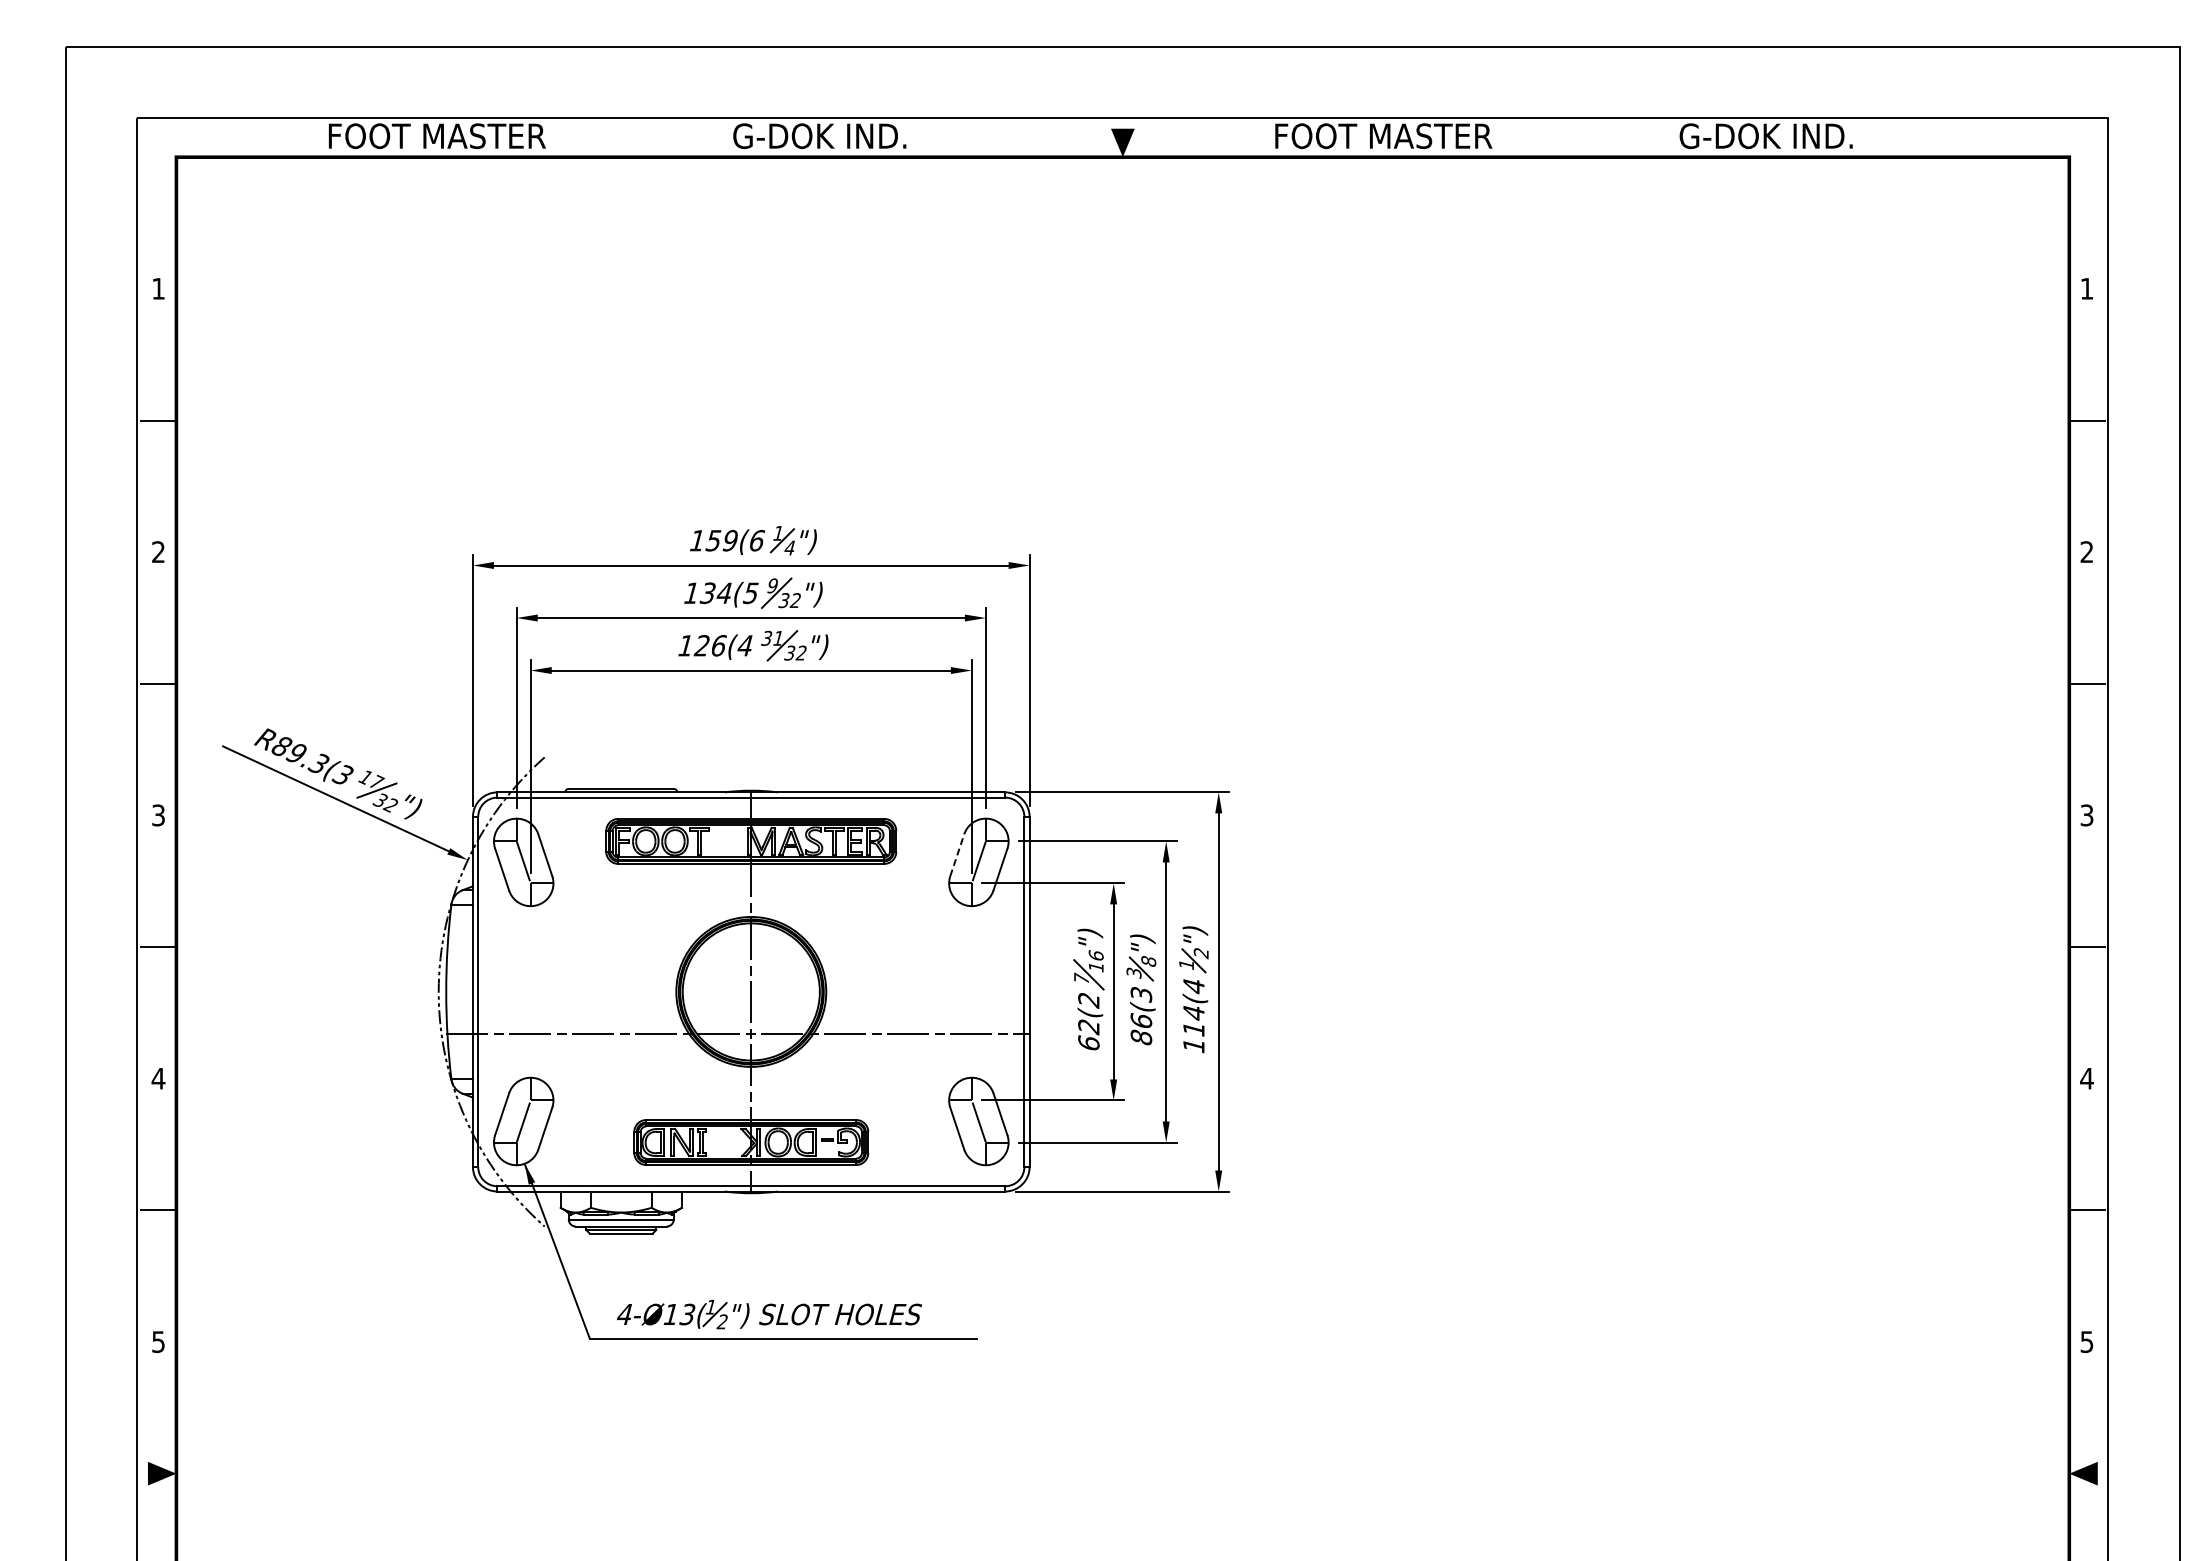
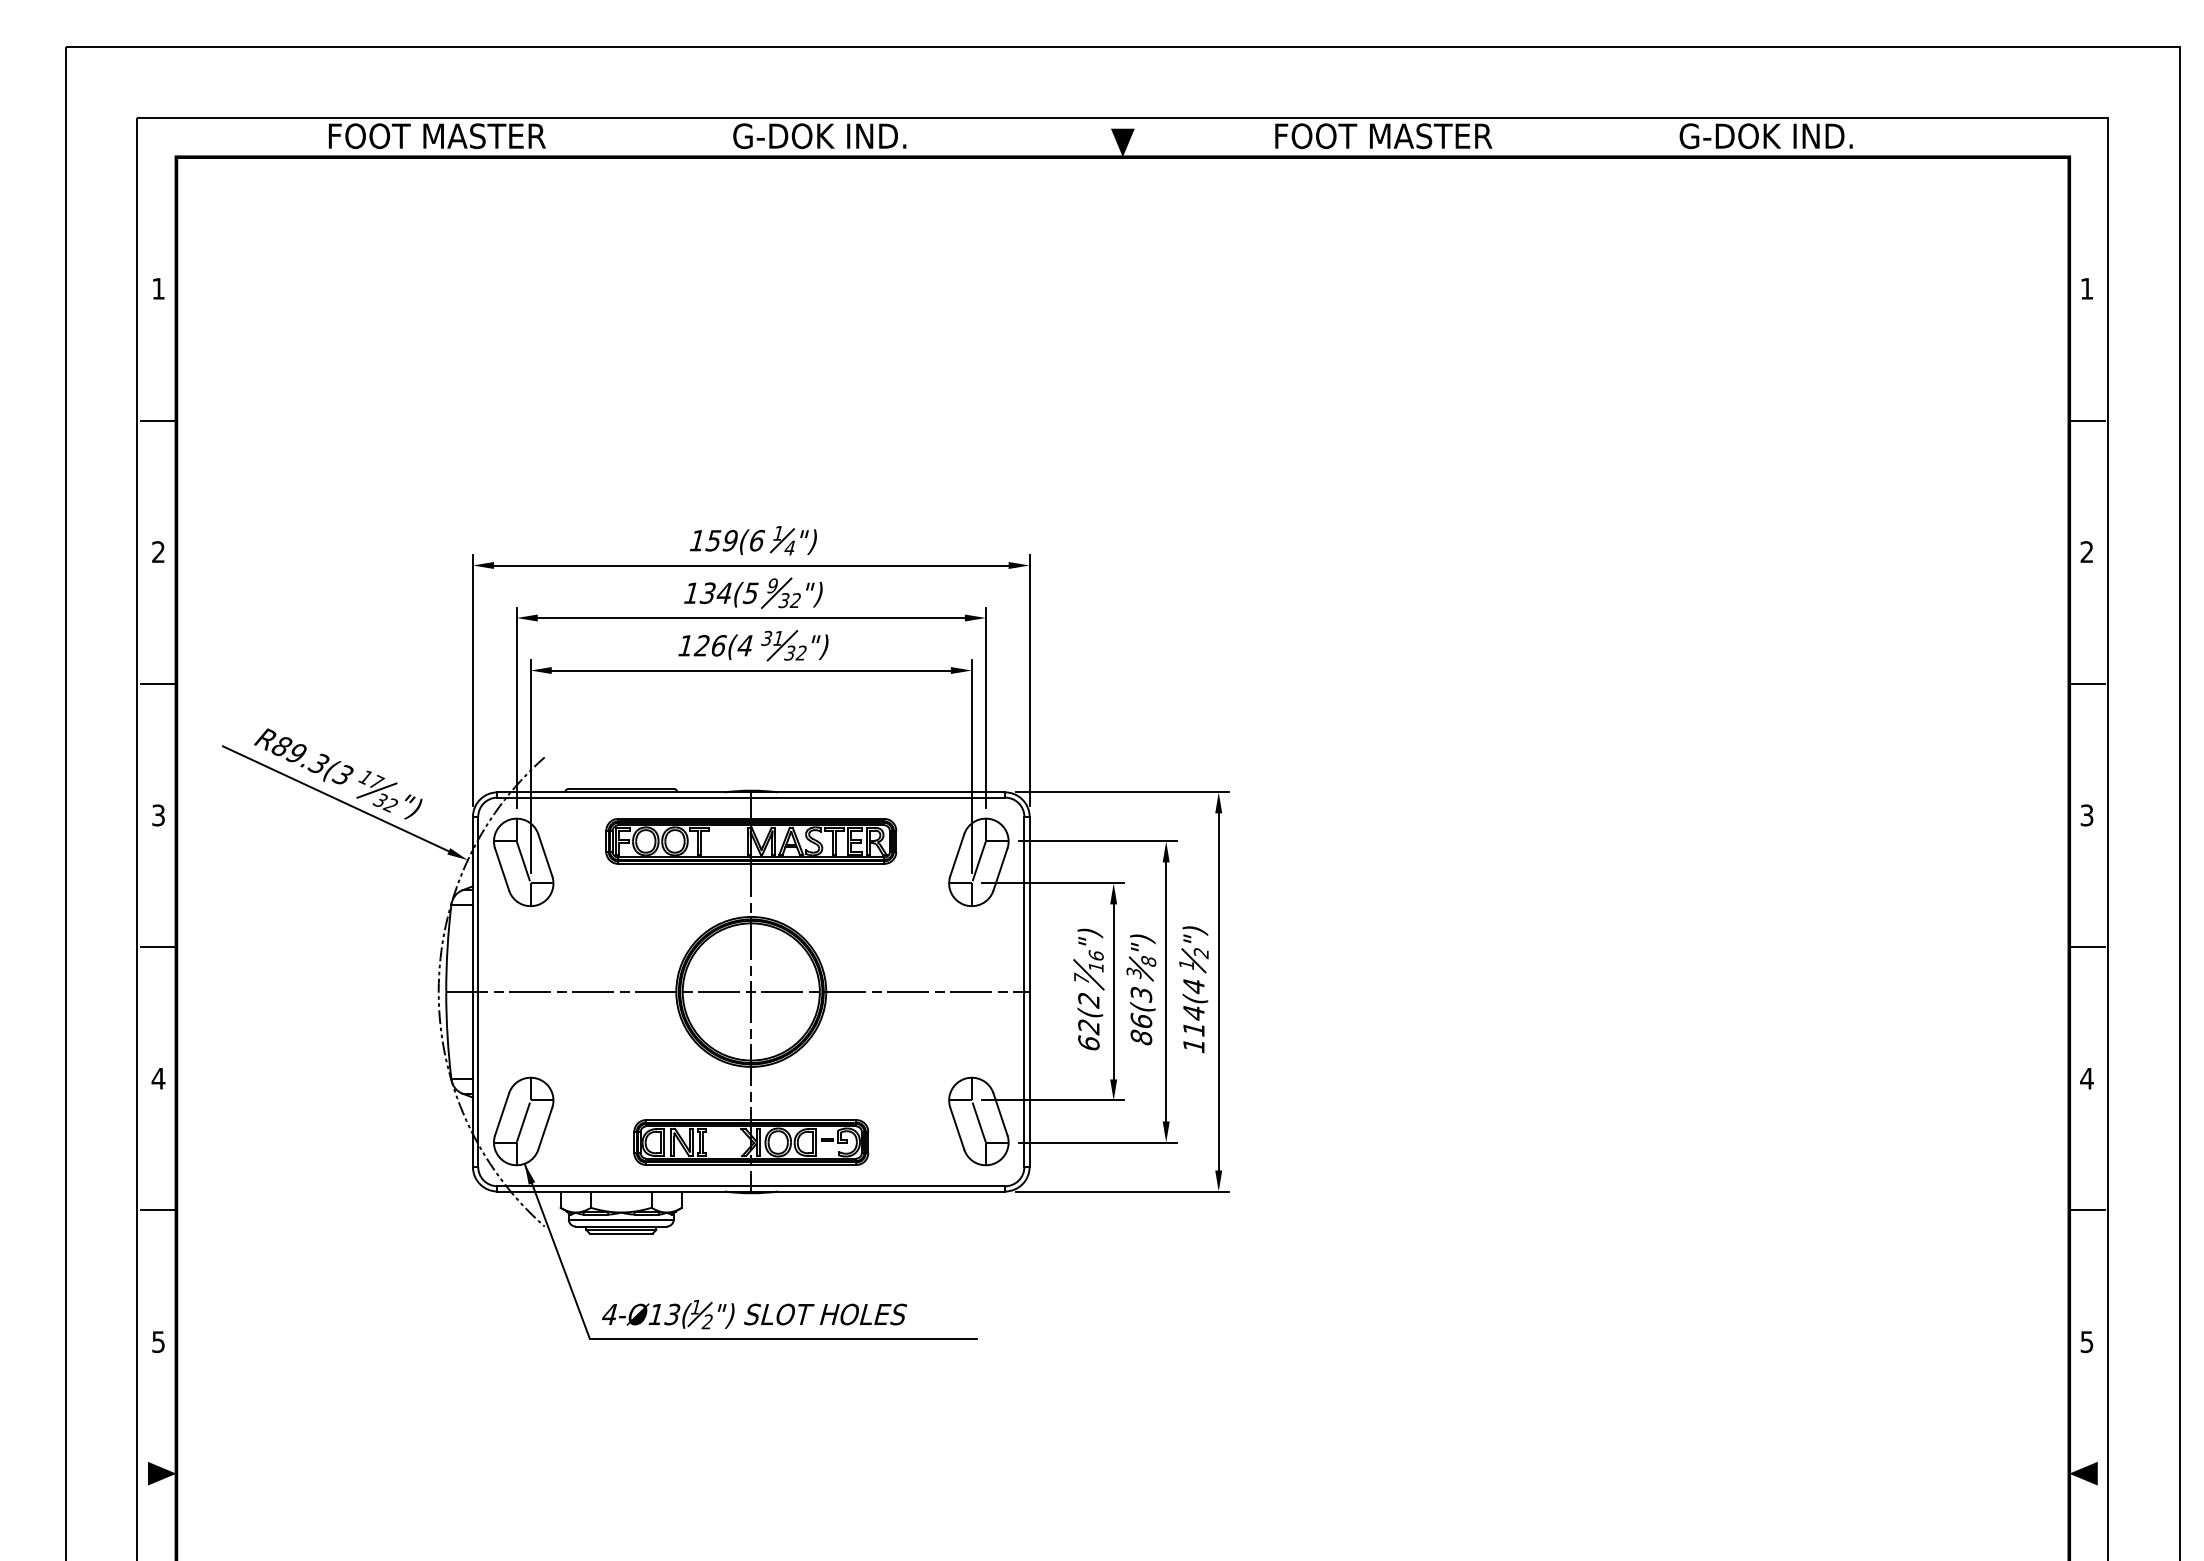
line at (957, 854): dashed -> solid
line at (737, 1033) position: (737, 1033) -> (737, 991)
part at (769, 1314) position: (769, 1314) -> (754, 1314)
